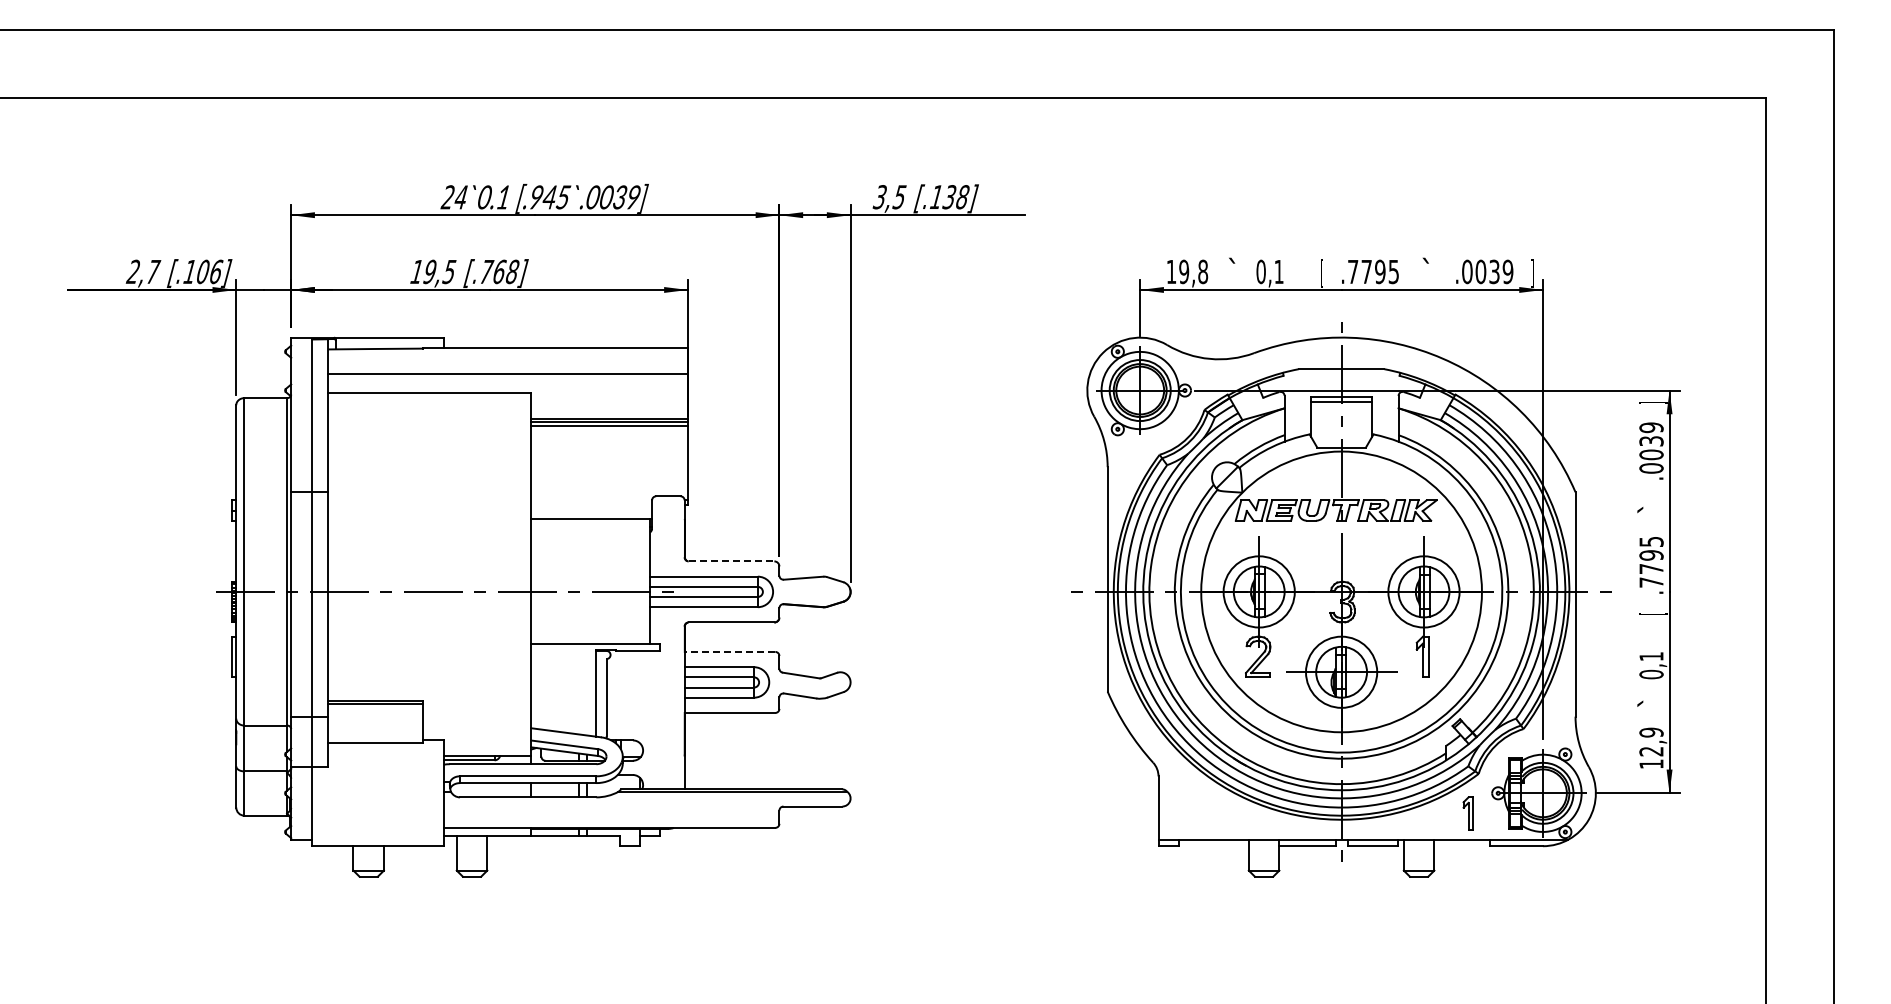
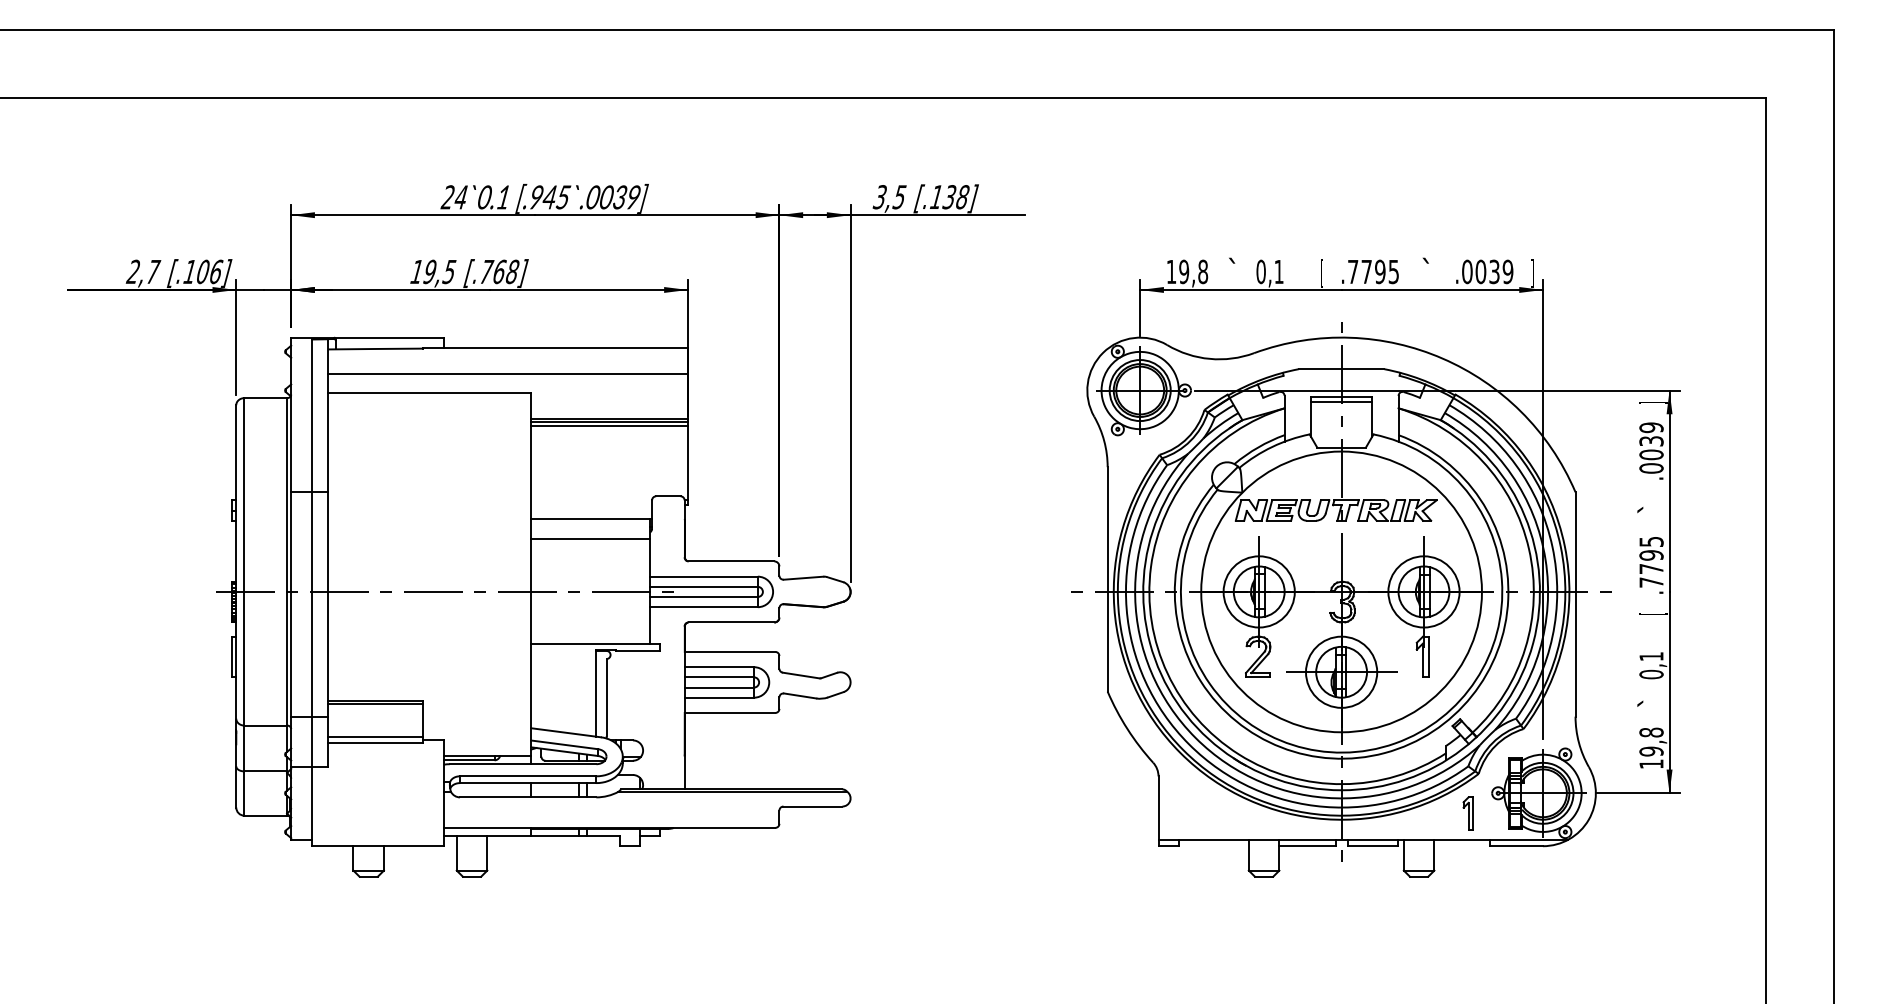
line at (590, 538): none -> present
line at (731, 561): dashed -> solid
line at (729, 651): dashed -> solid
line at (375, 736): none -> present
text at (1651, 741): 12,9 -> 19,8
